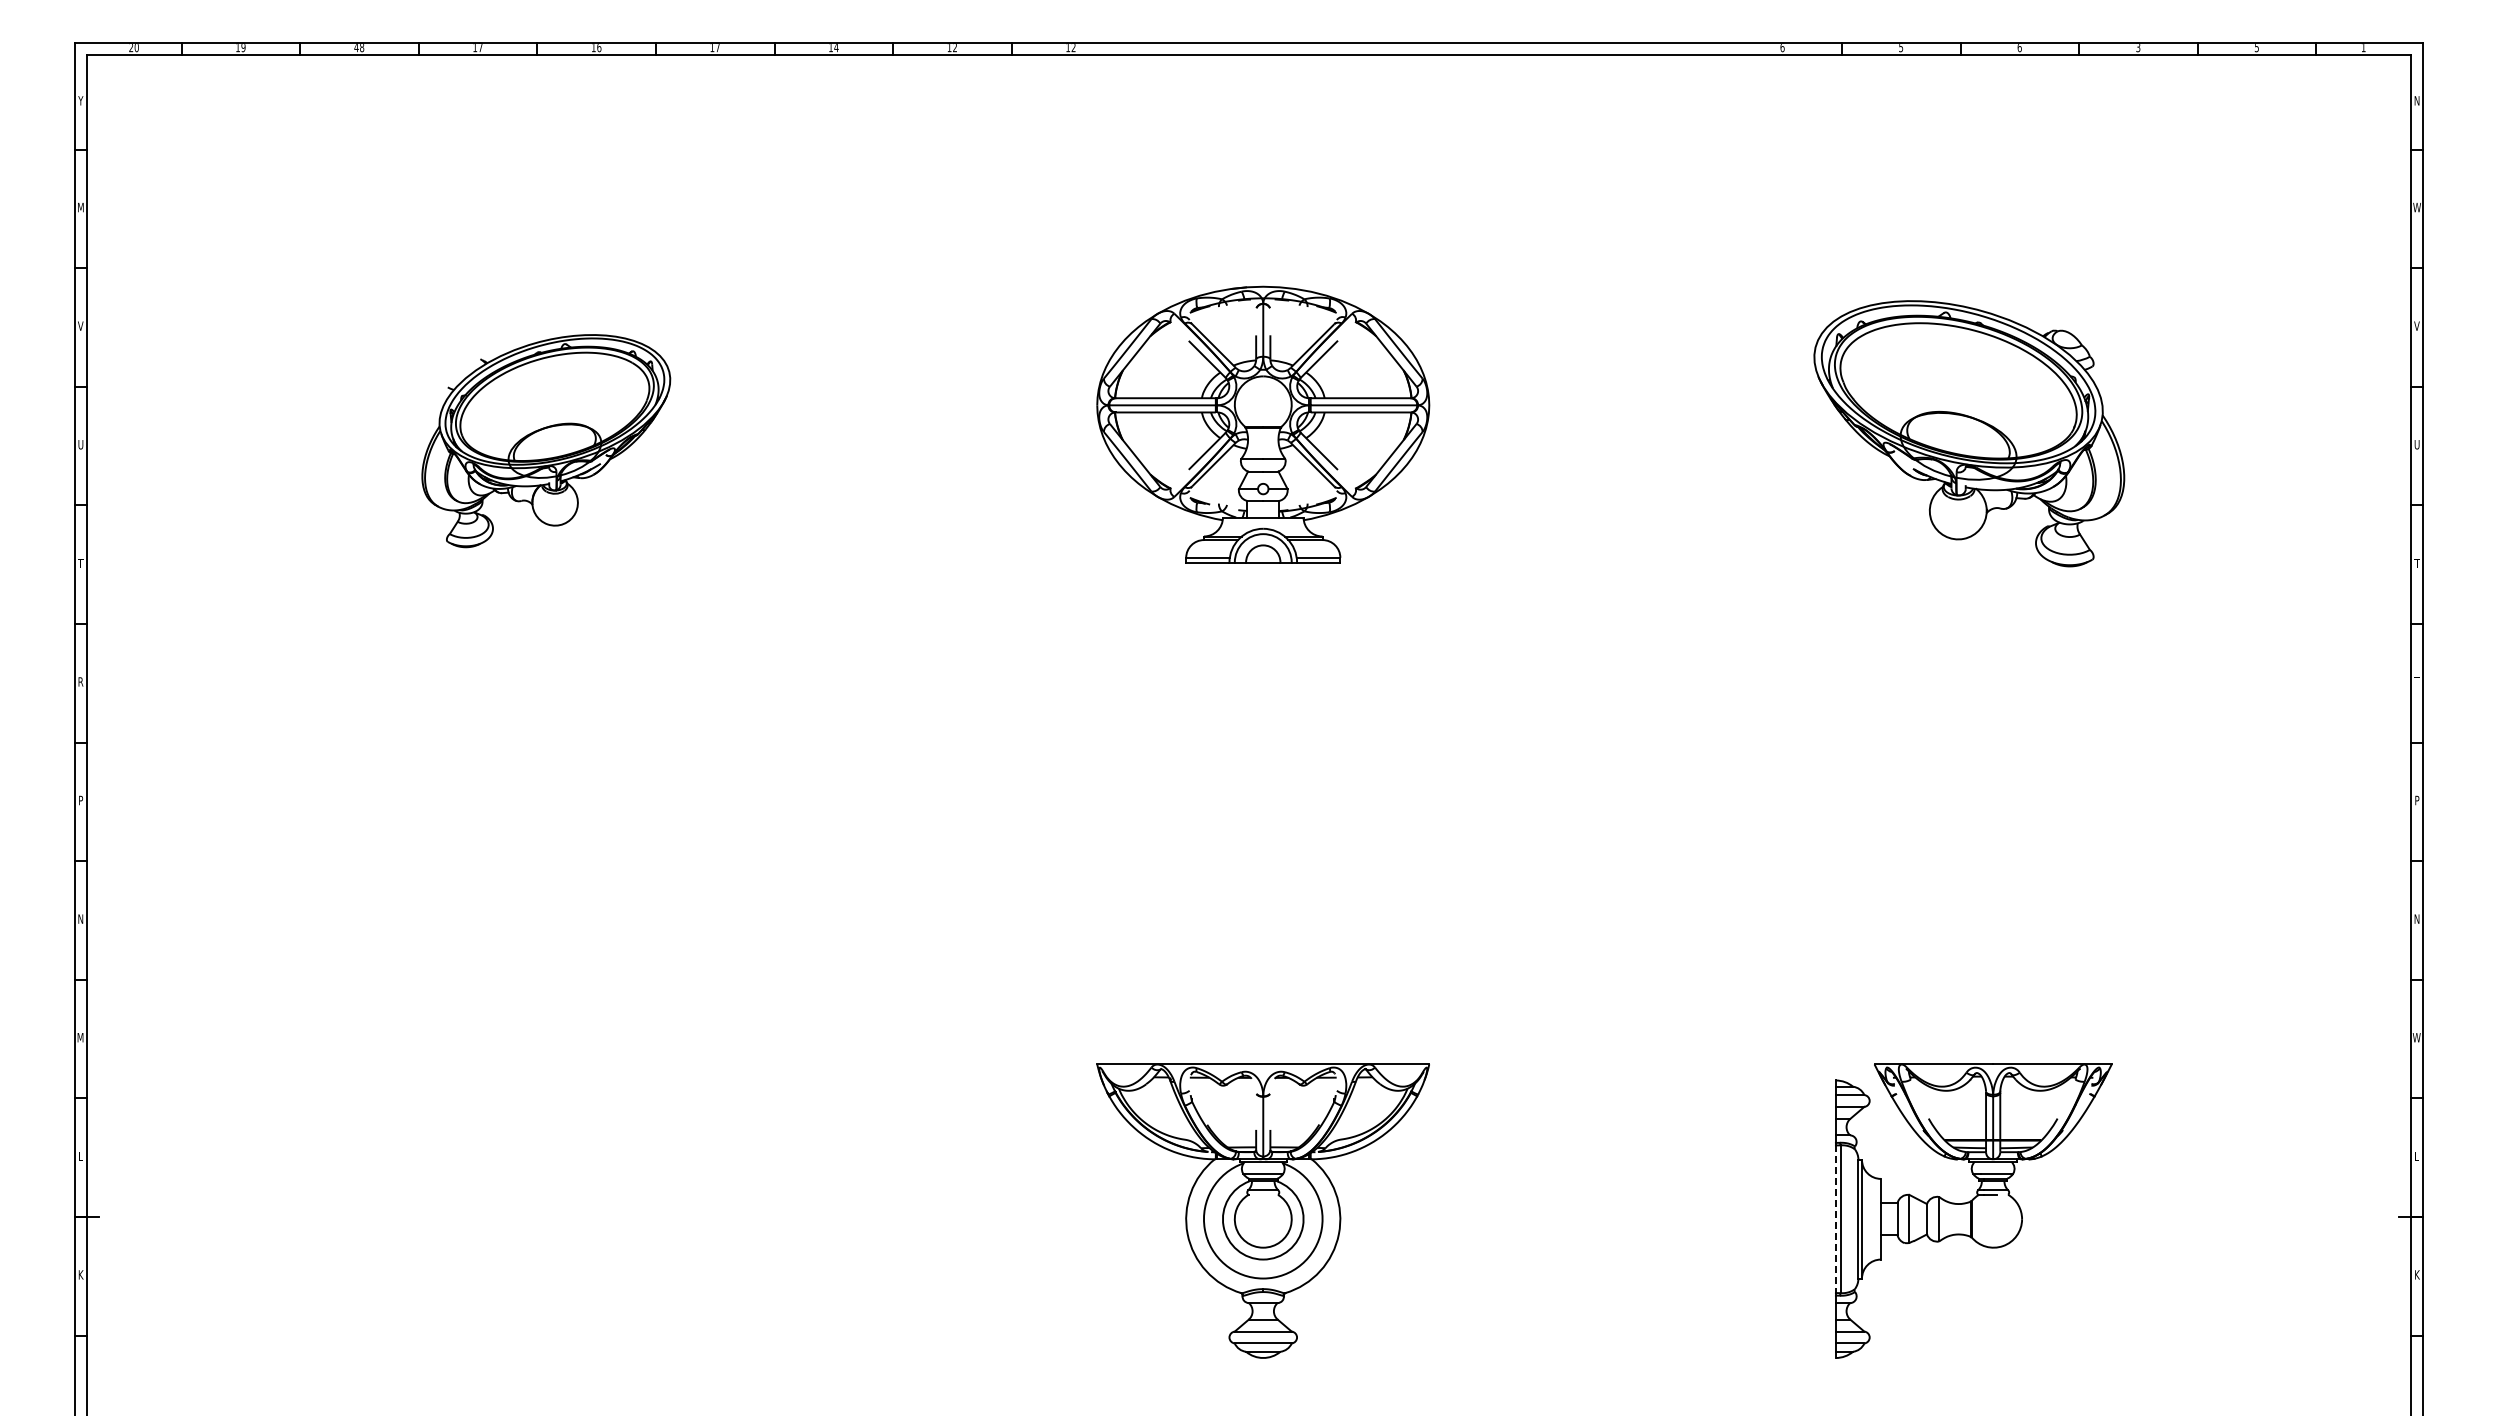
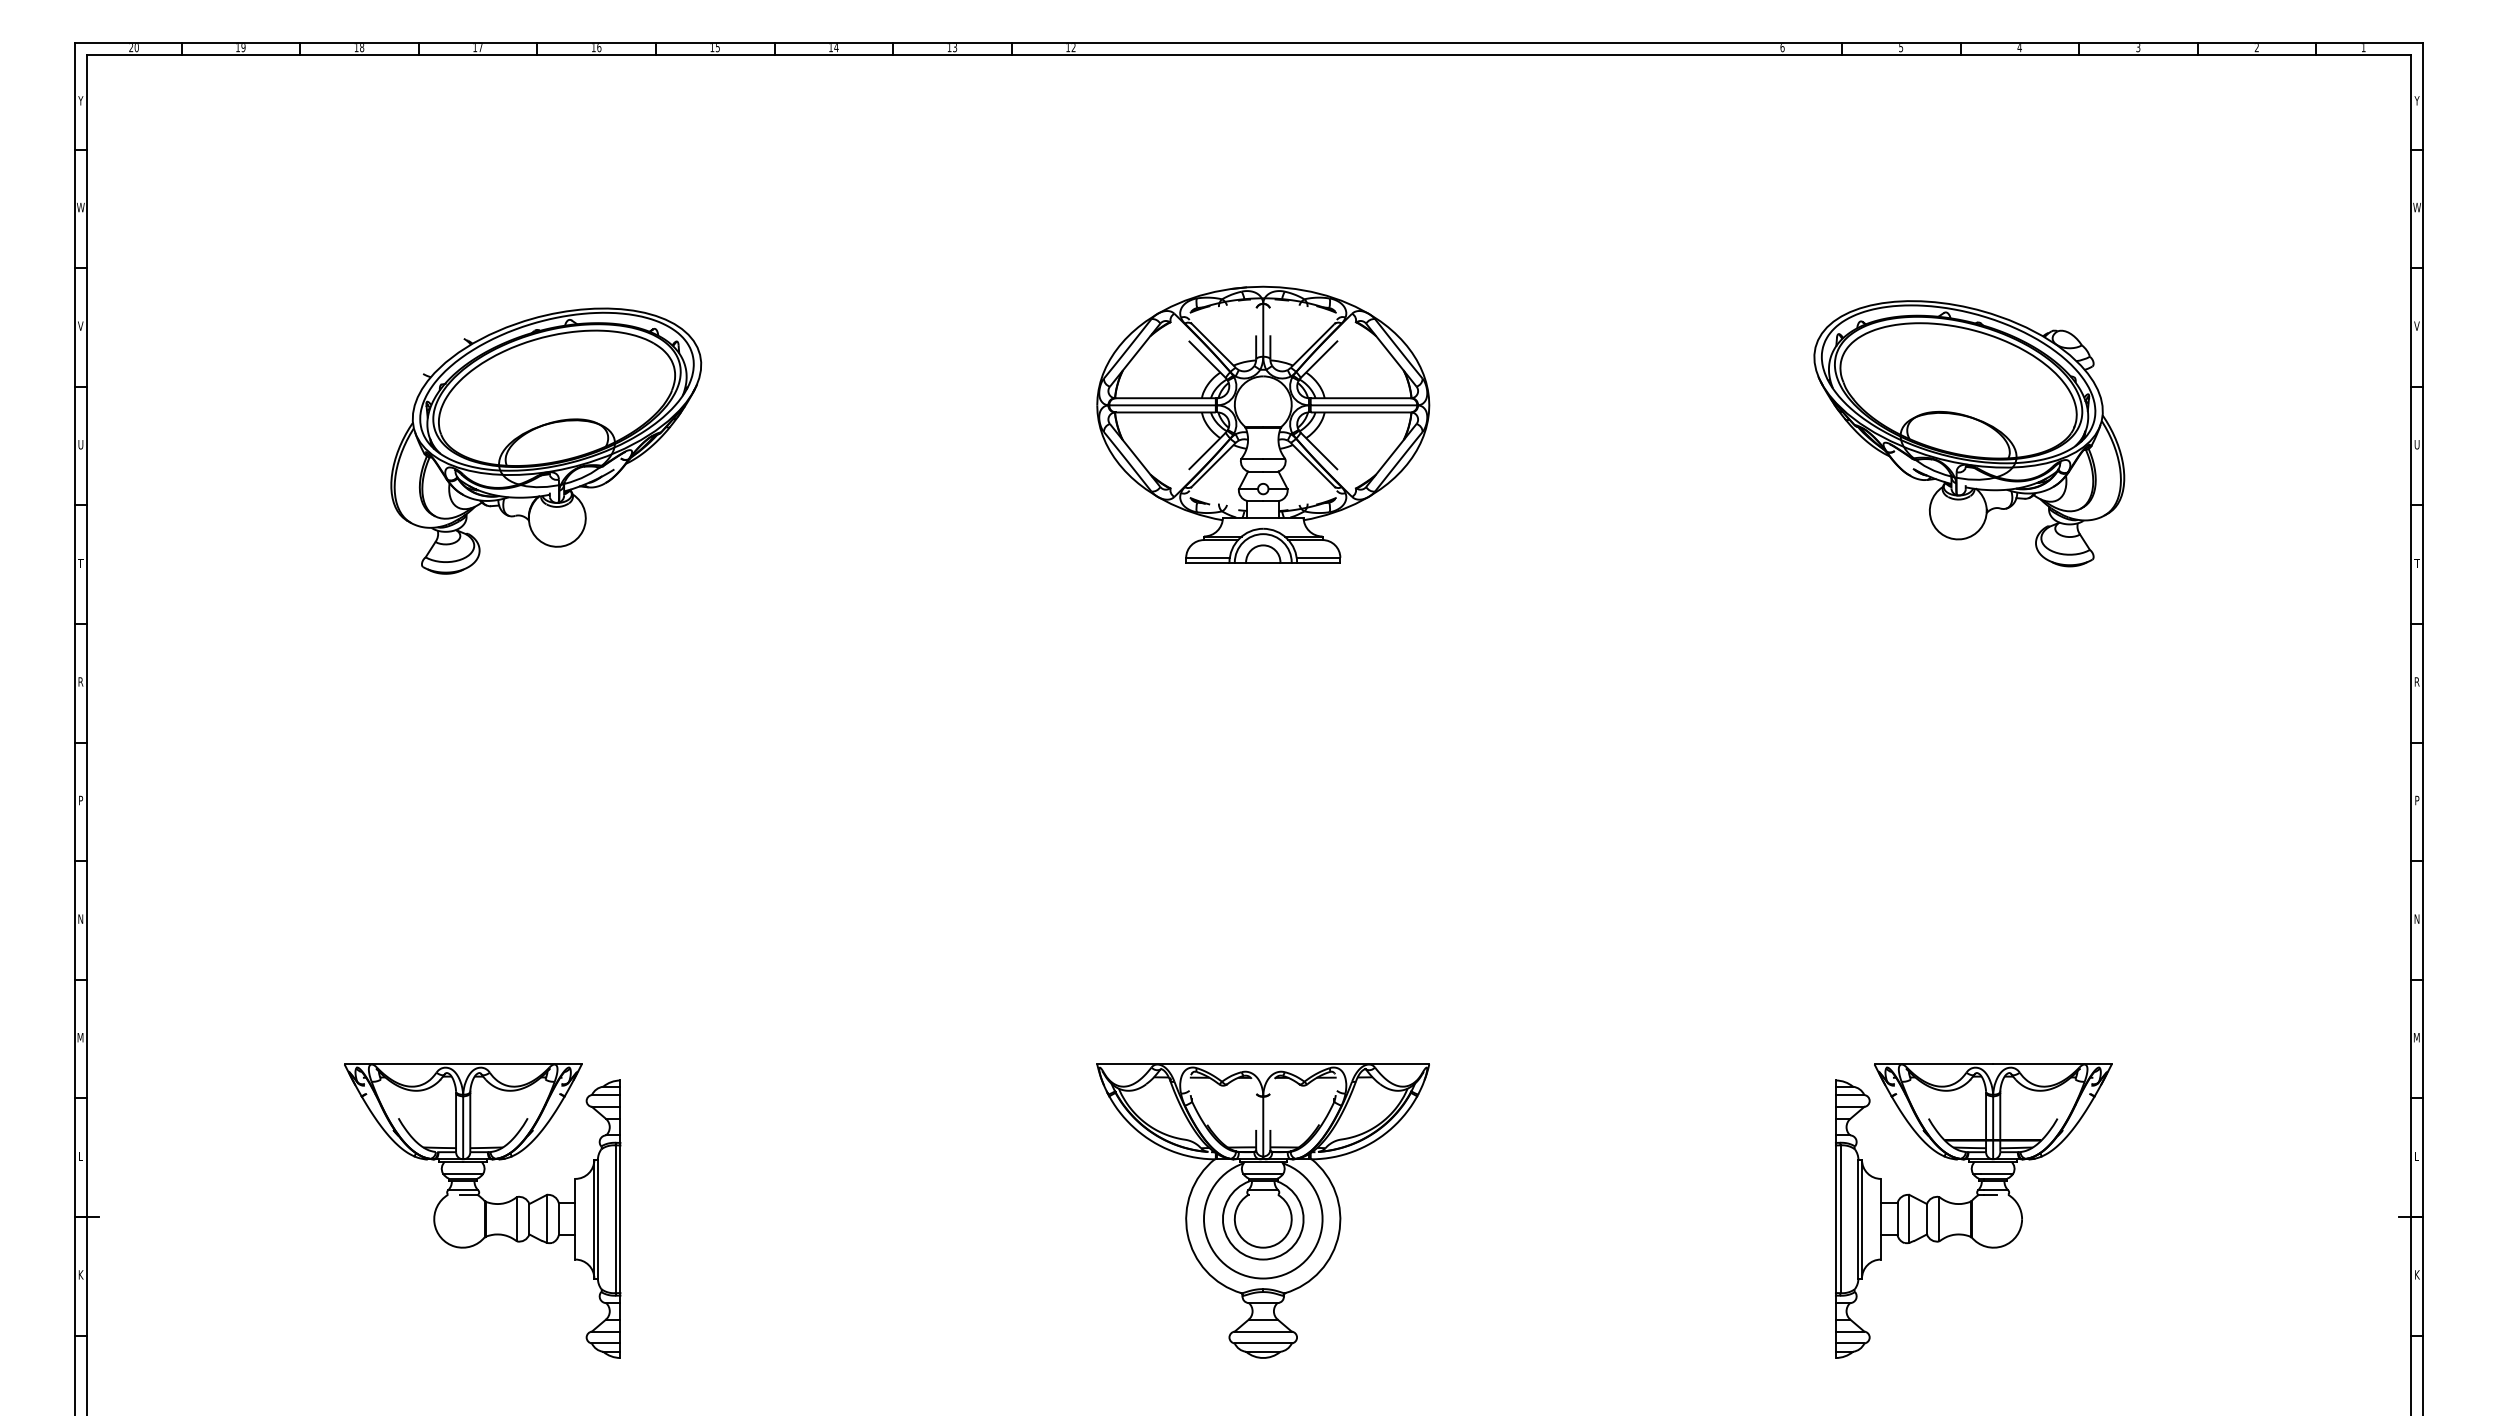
text at (356, 48): 48 -> 18
text at (717, 48): 17 -> 15
text at (955, 48): 12 -> 13
text at (2019, 48): 6 -> 4
text at (2256, 48): 5 -> 2
text at (2416, 100): N -> Y
text at (80, 207): M -> W
part at (546, 441) size: 251x215 px -> 313x268 px
text at (2416, 681): T -> R
text at (2416, 1037): W -> M
part at (482, 1210): none -> present
line at (1835, 1219): dashed -> solid
